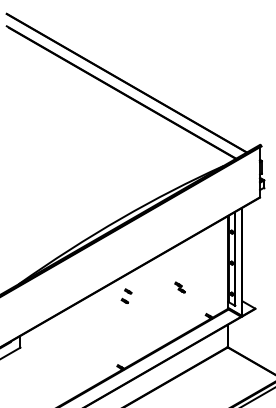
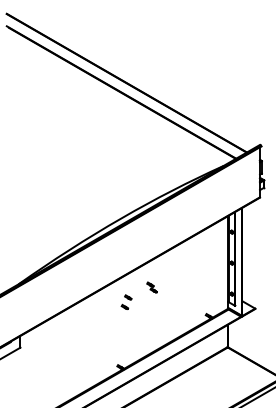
part at (179, 287) position: (179, 287) -> (151, 287)
part at (126, 295) position: (126, 295) -> (126, 301)
